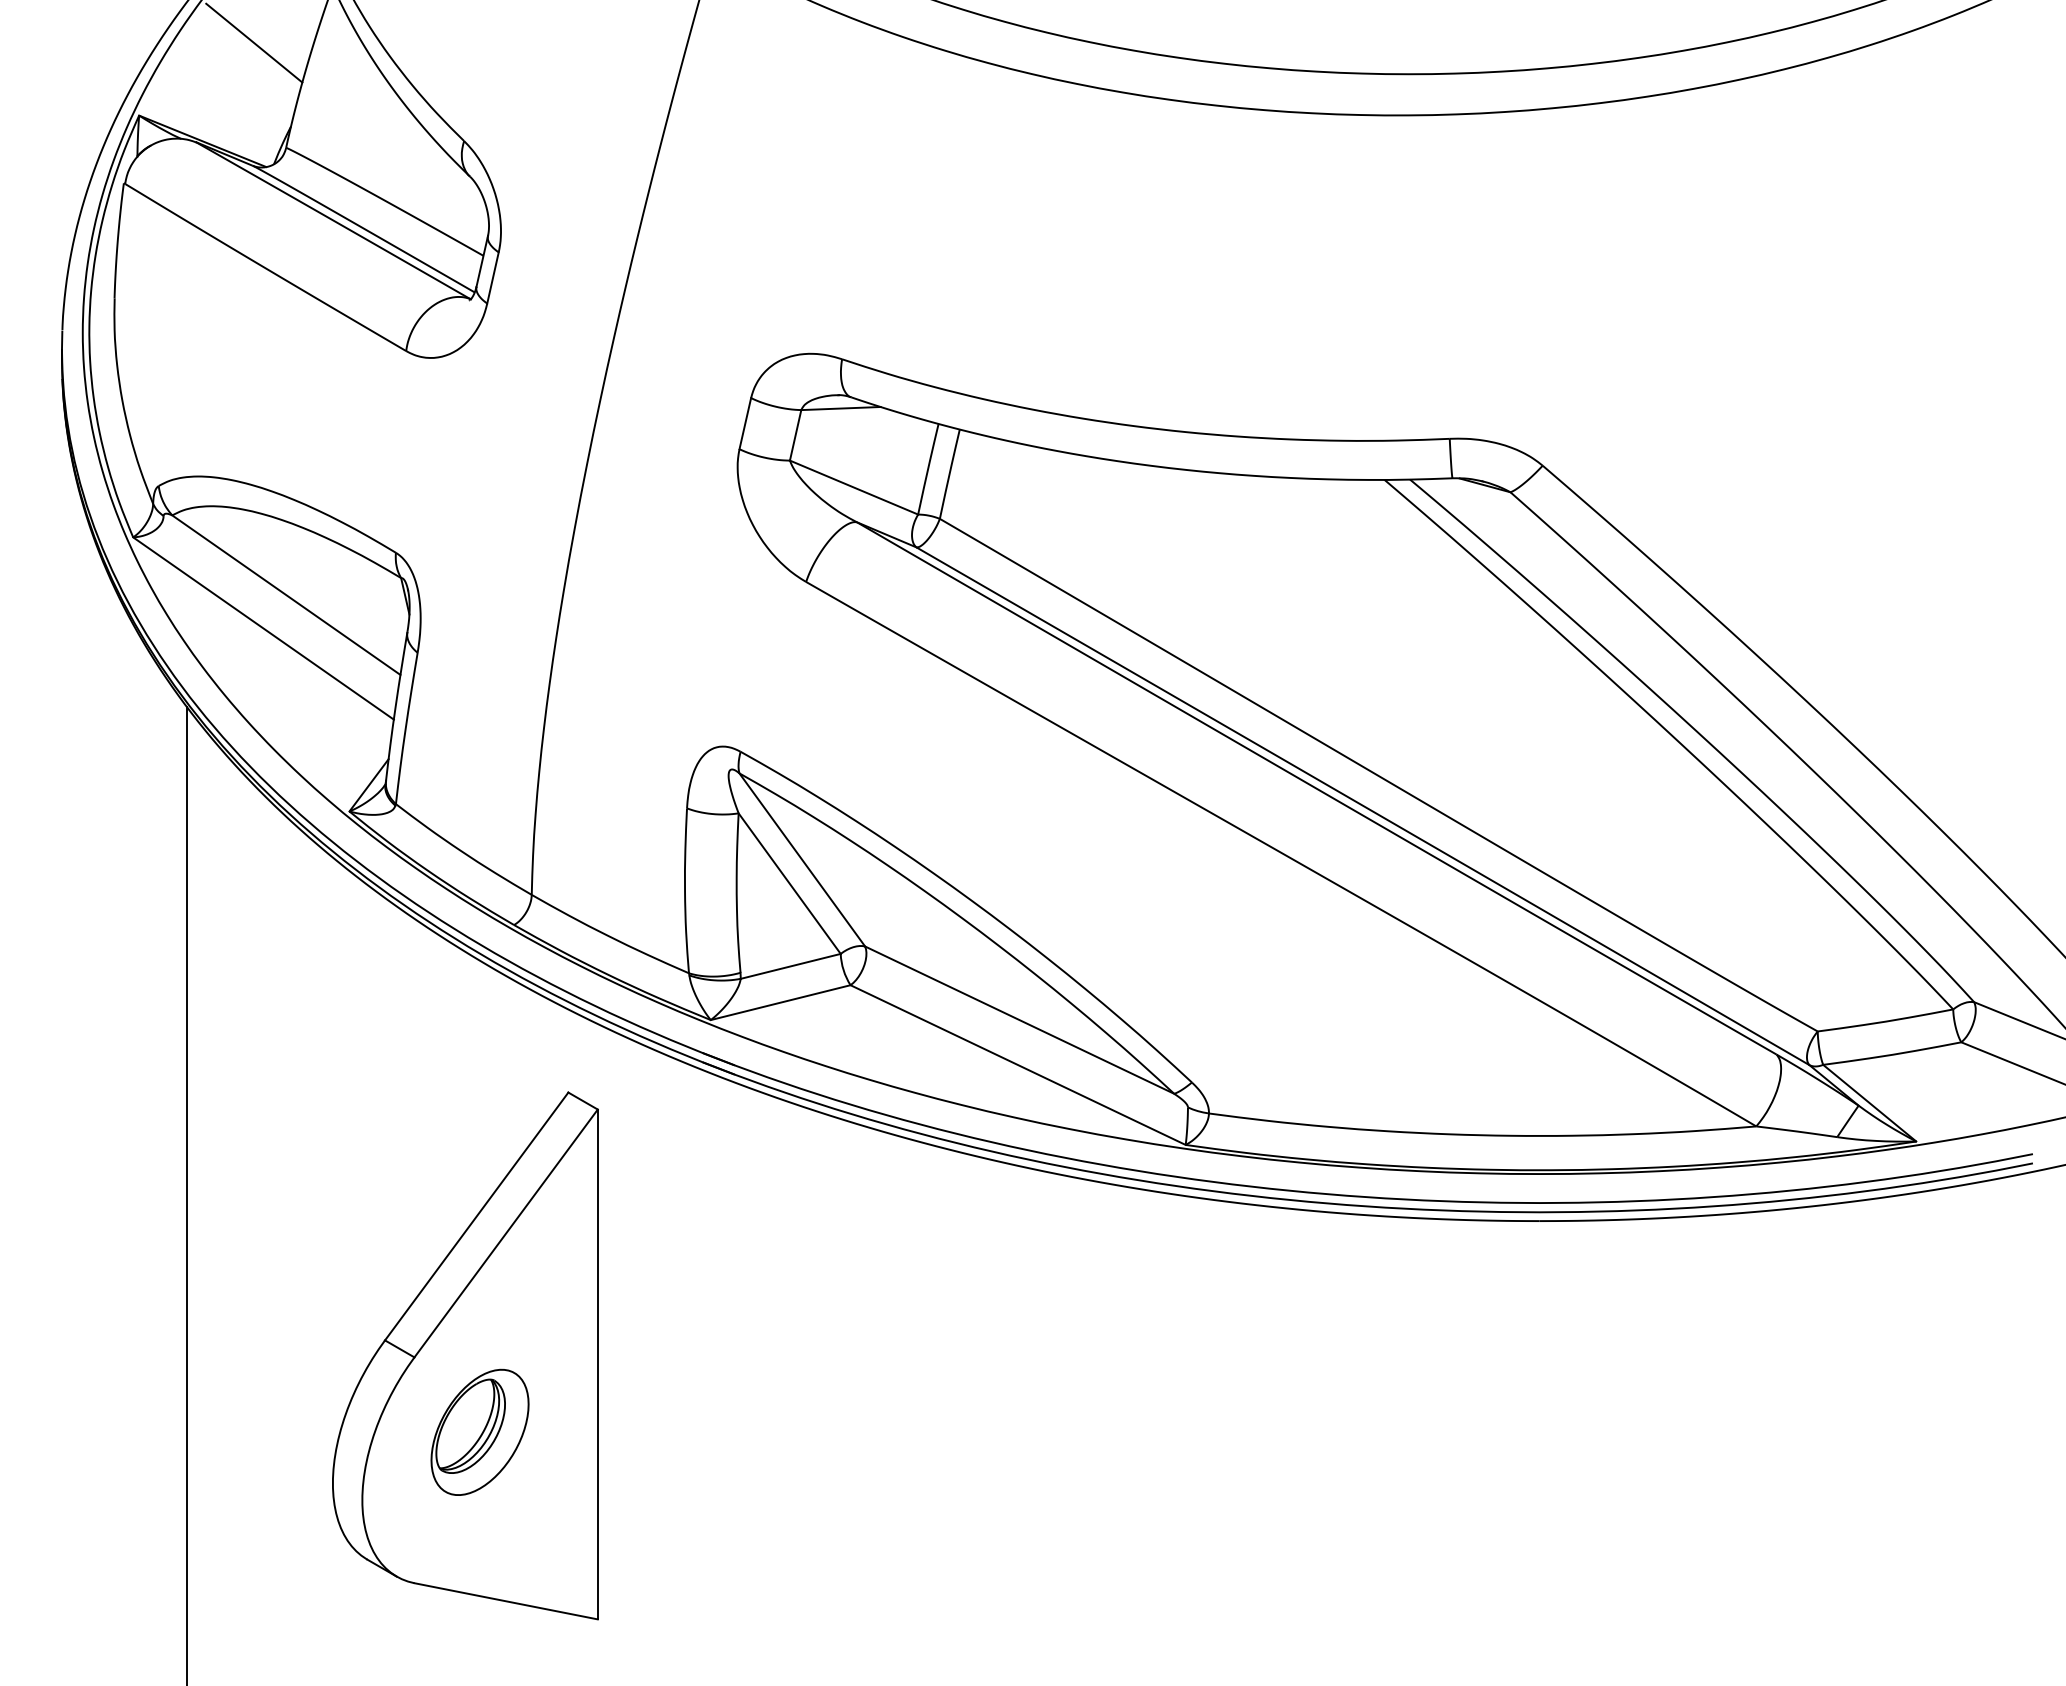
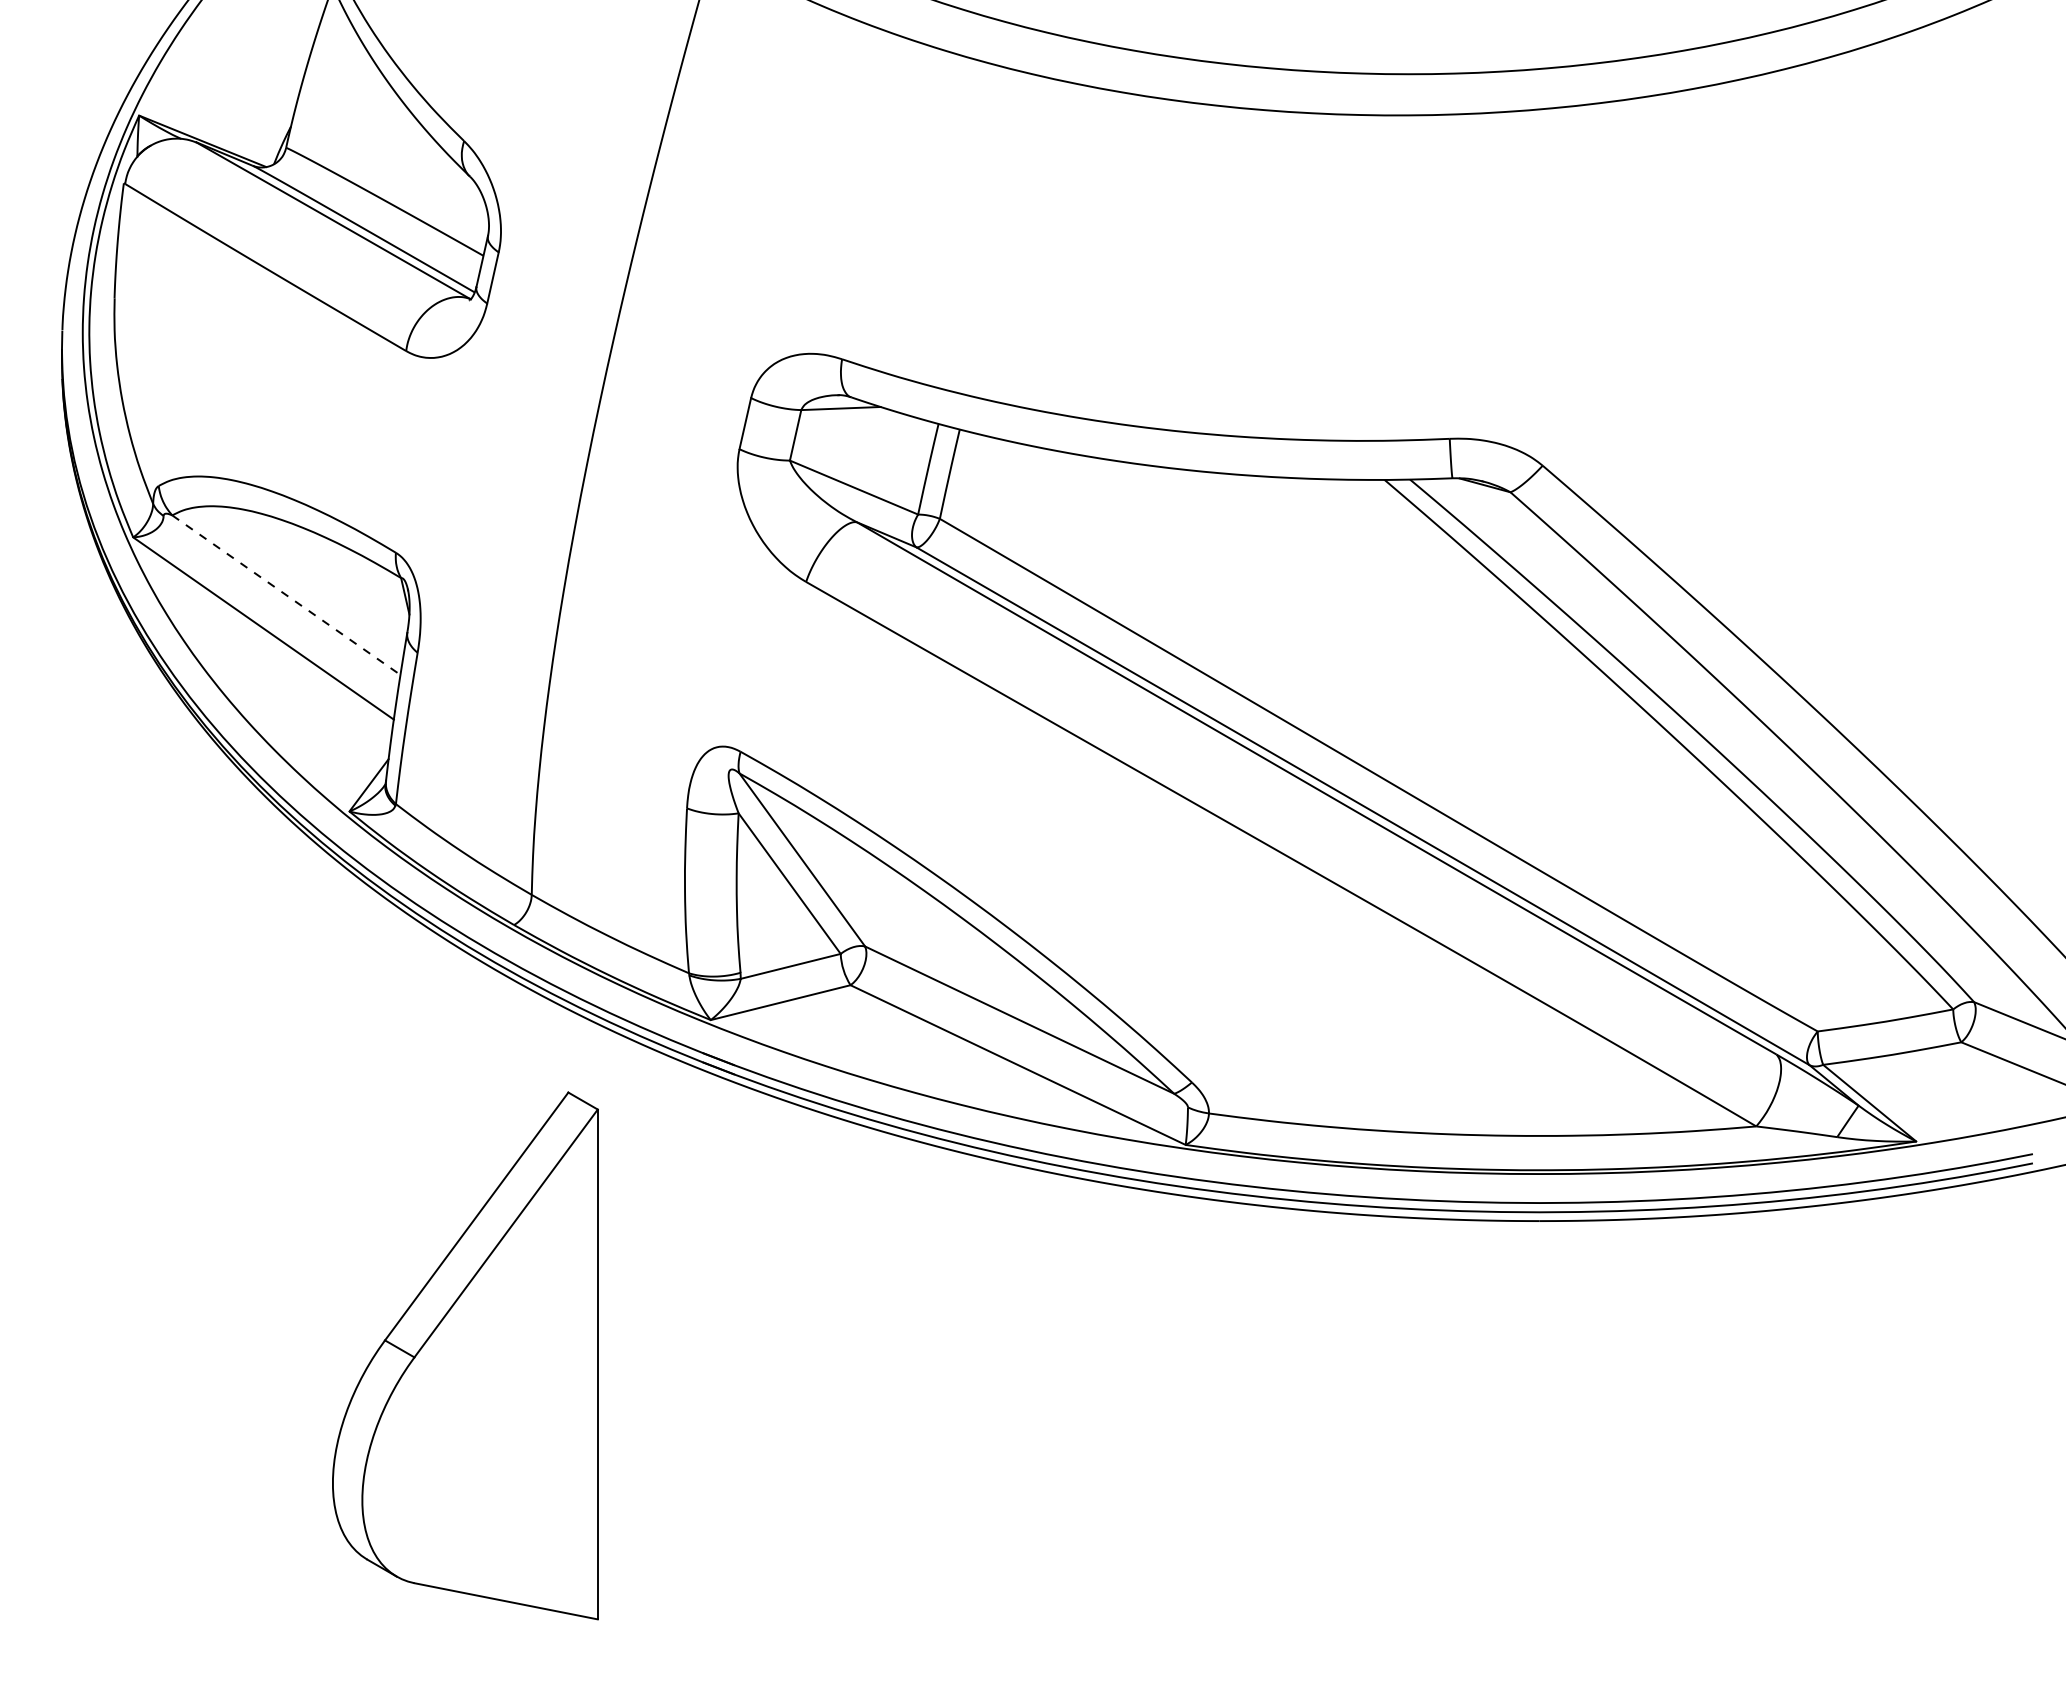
line at (254, 42): present -> none
line at (286, 595): solid -> dashed
line at (186, 1194): present -> none
part at (479, 1431): present -> none
